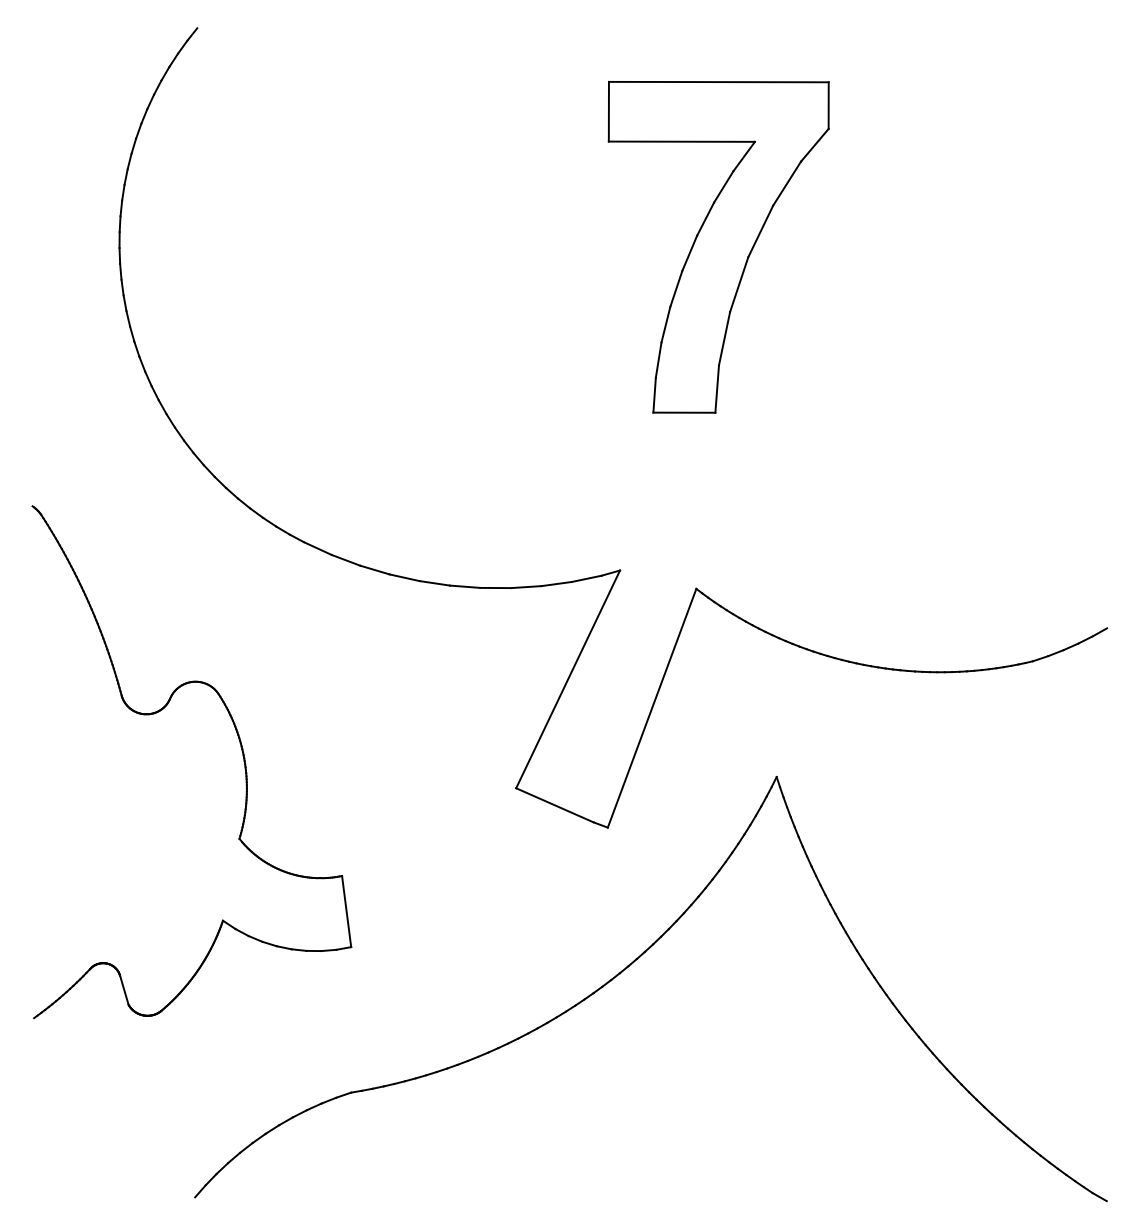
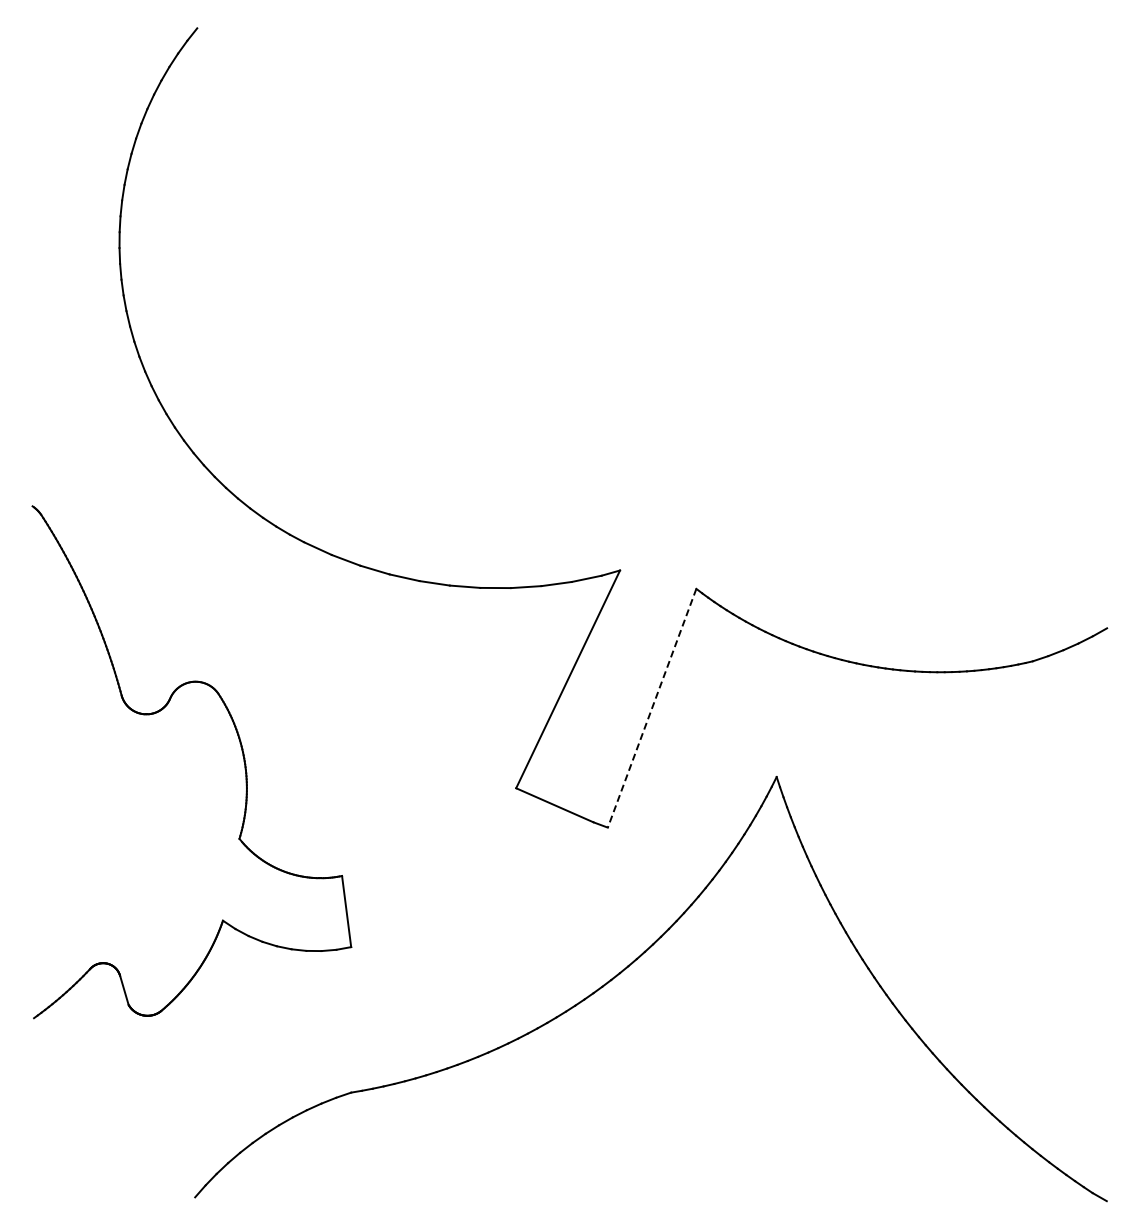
part at (718, 246): present -> none
line at (651, 708): solid -> dashed
